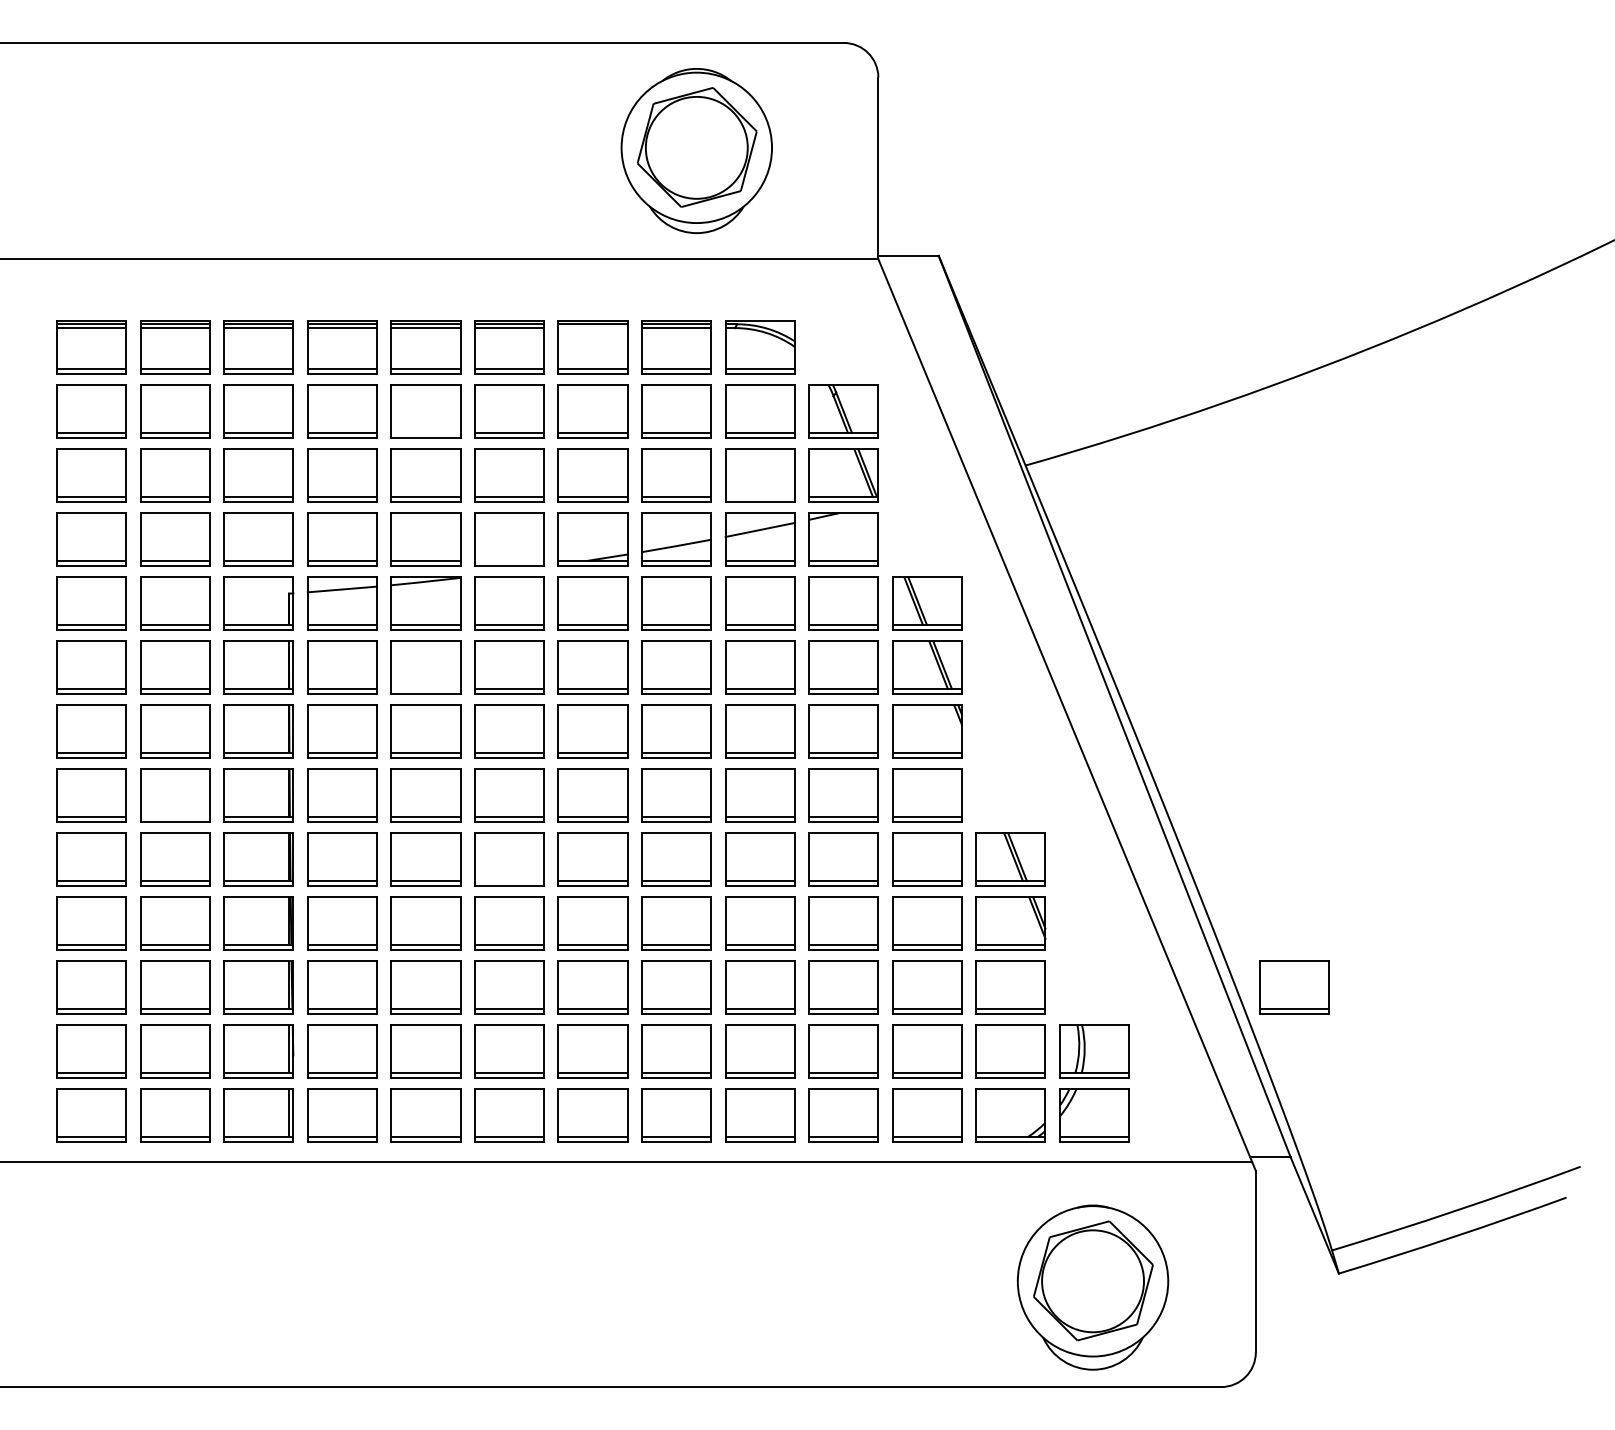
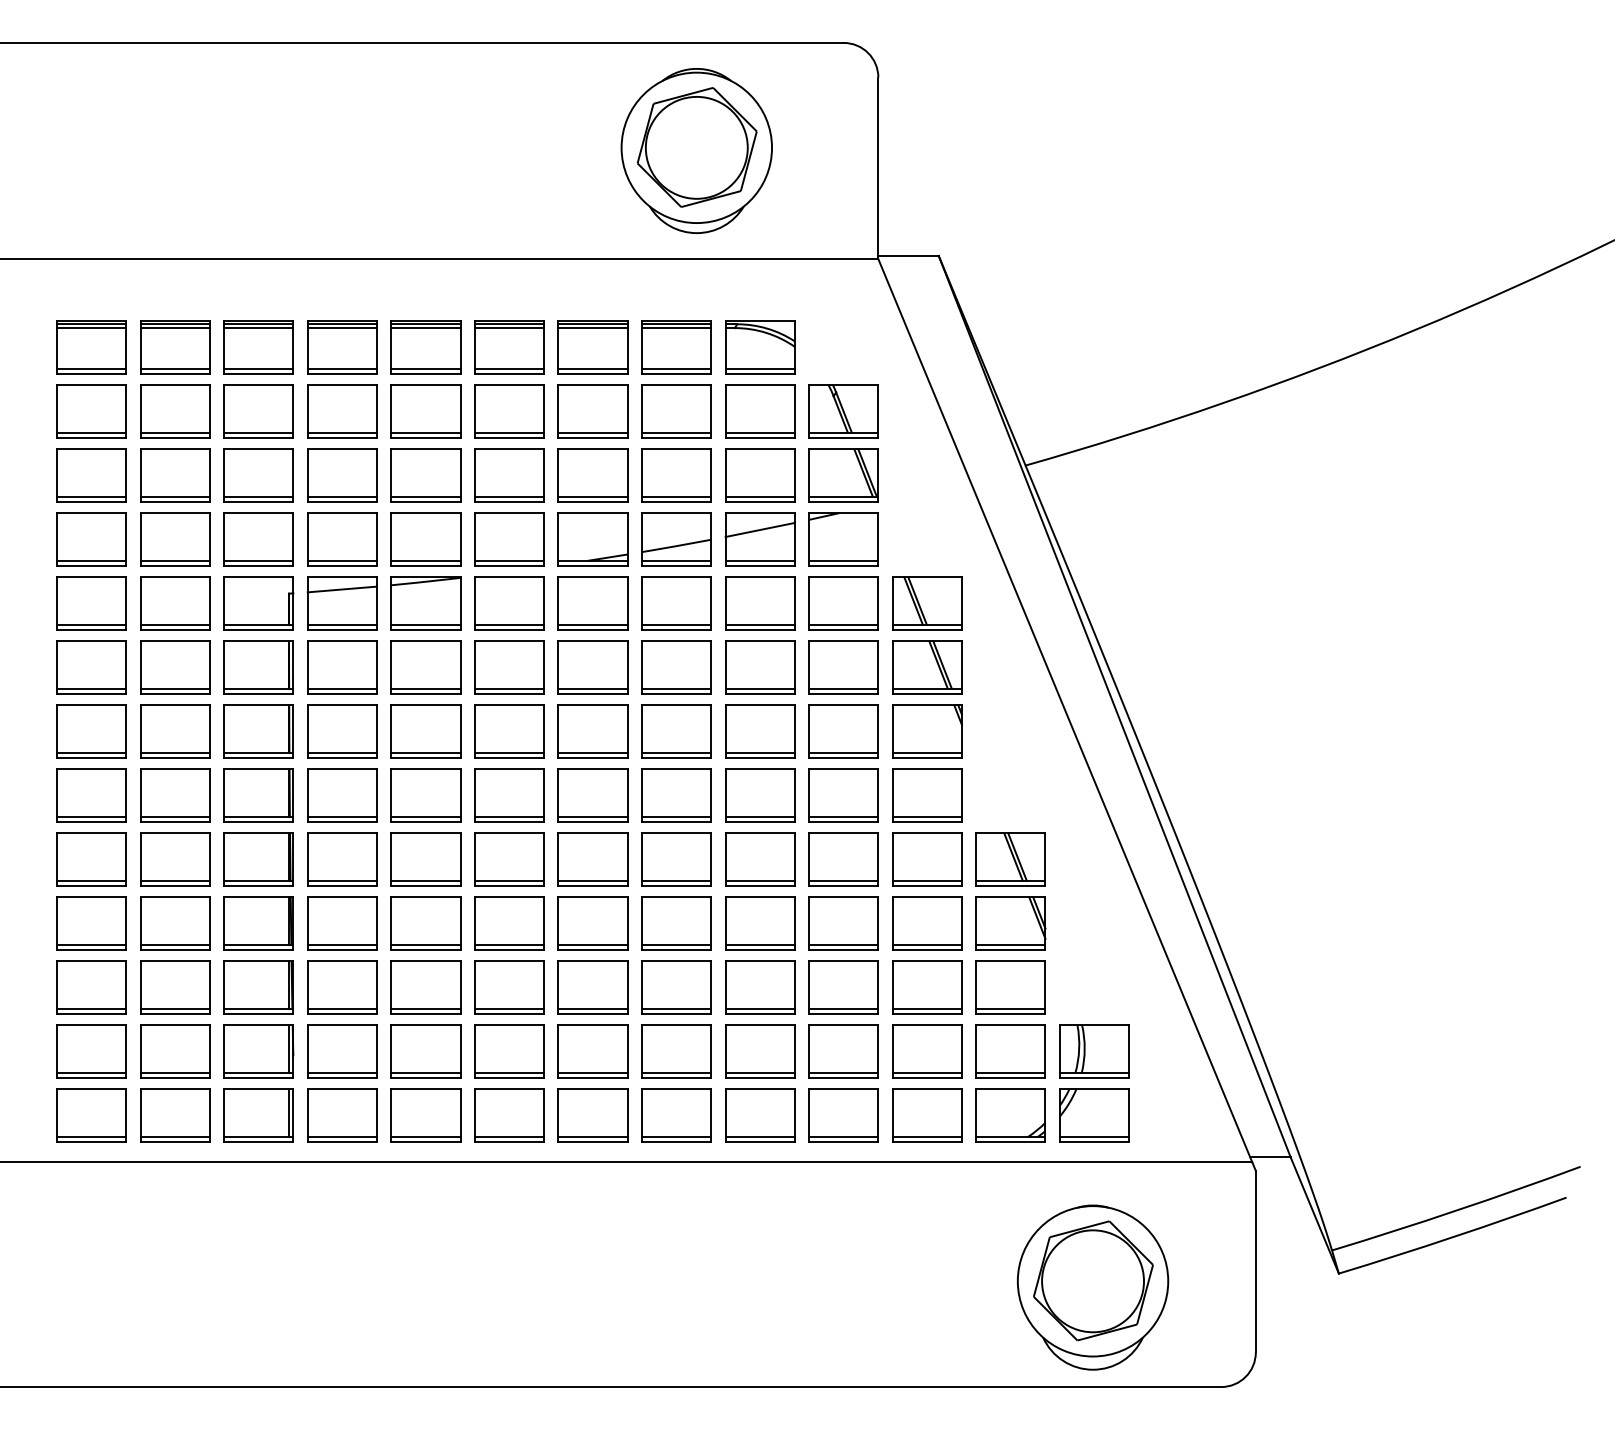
line at (592, 328): none -> present
line at (425, 432): none -> present
line at (759, 496): none -> present
line at (509, 560): none -> present
line at (425, 688): none -> present
line at (174, 816): none -> present
line at (509, 880): none -> present
part at (1294, 987): present -> none
